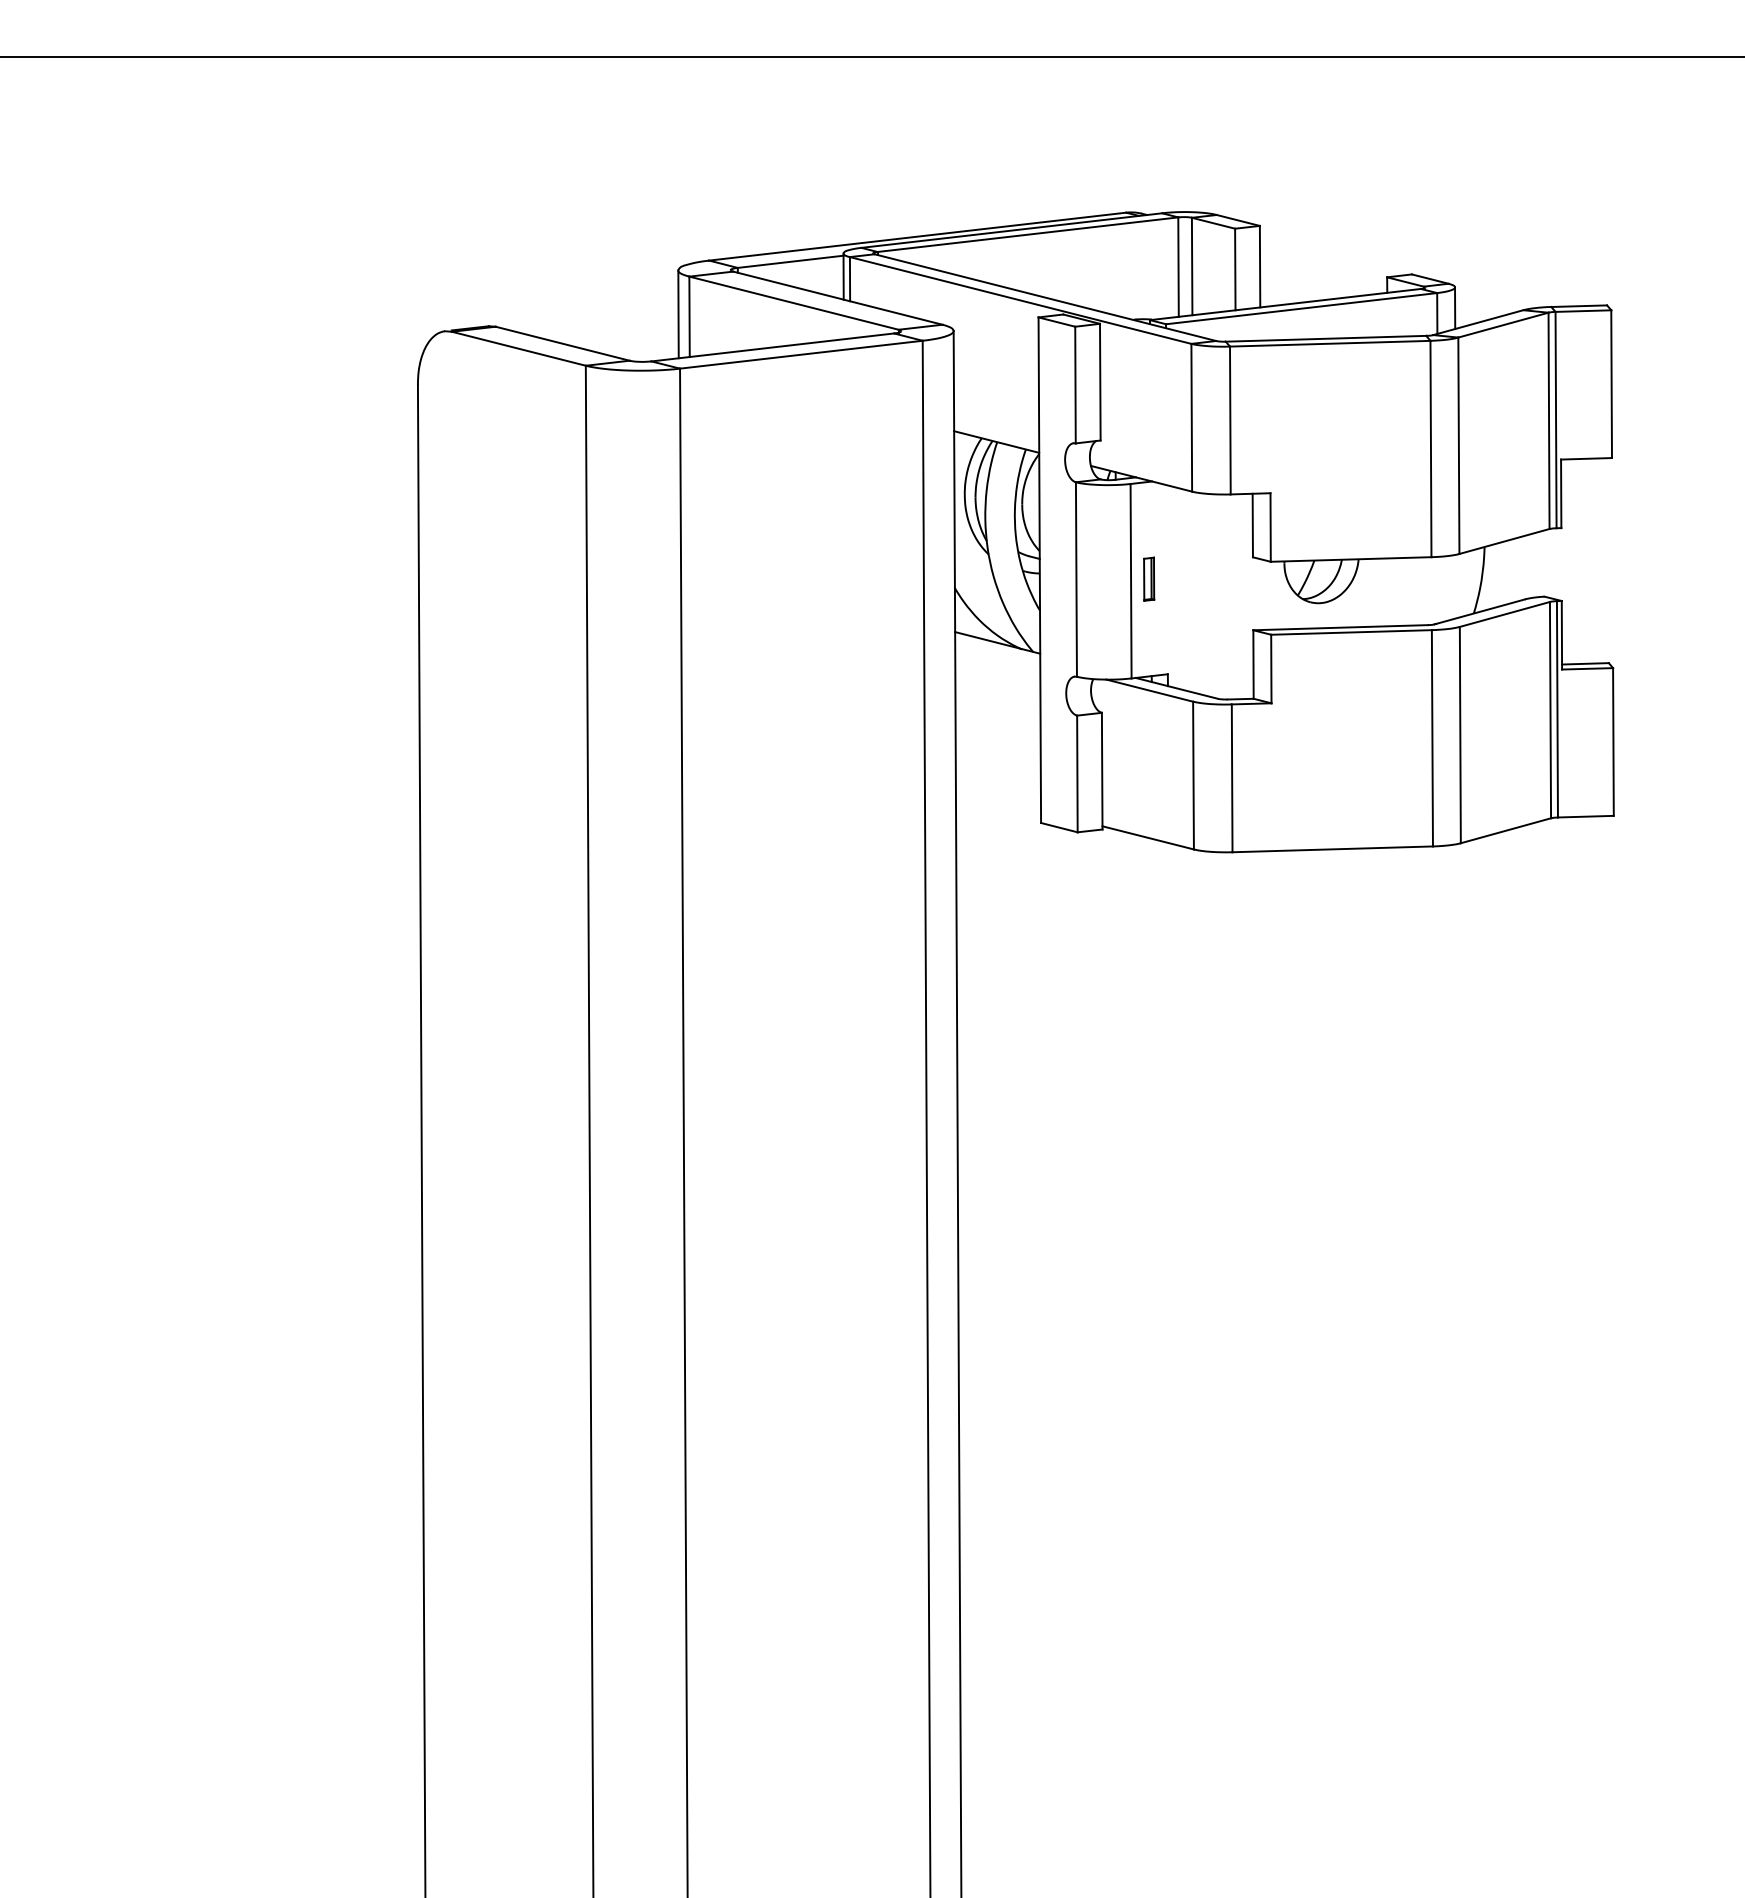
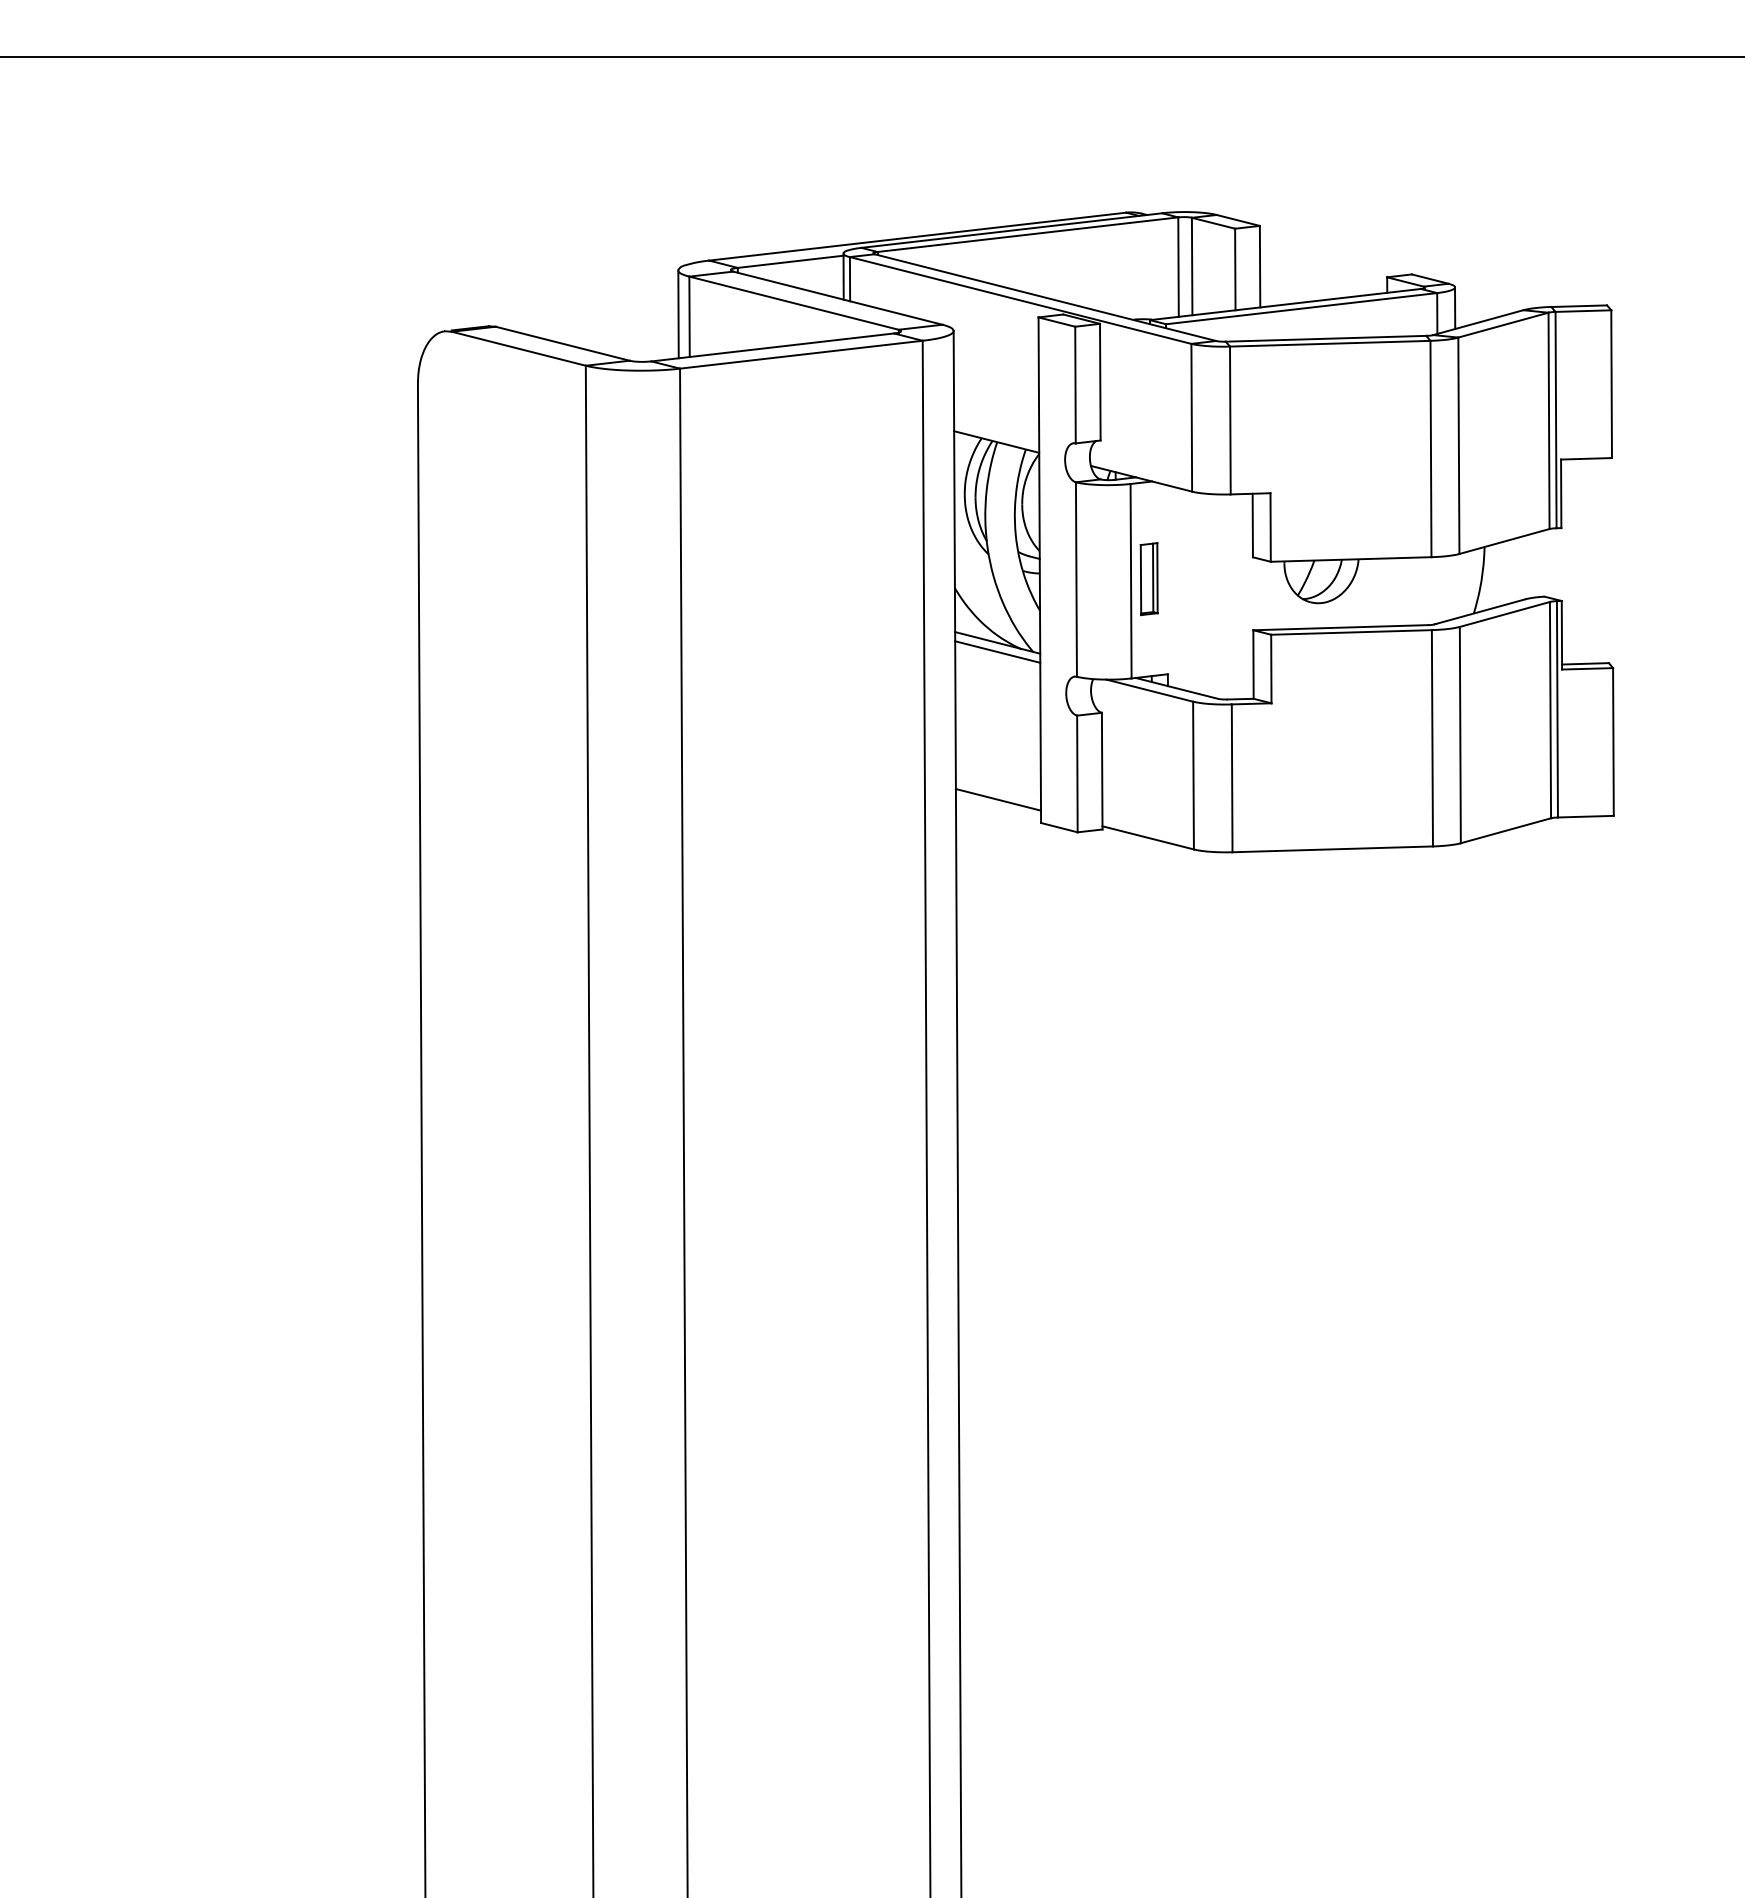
part at (1149, 578) size: 13x46 px -> 20x75 px
line at (997, 651): none -> present
line at (997, 799): none -> present
